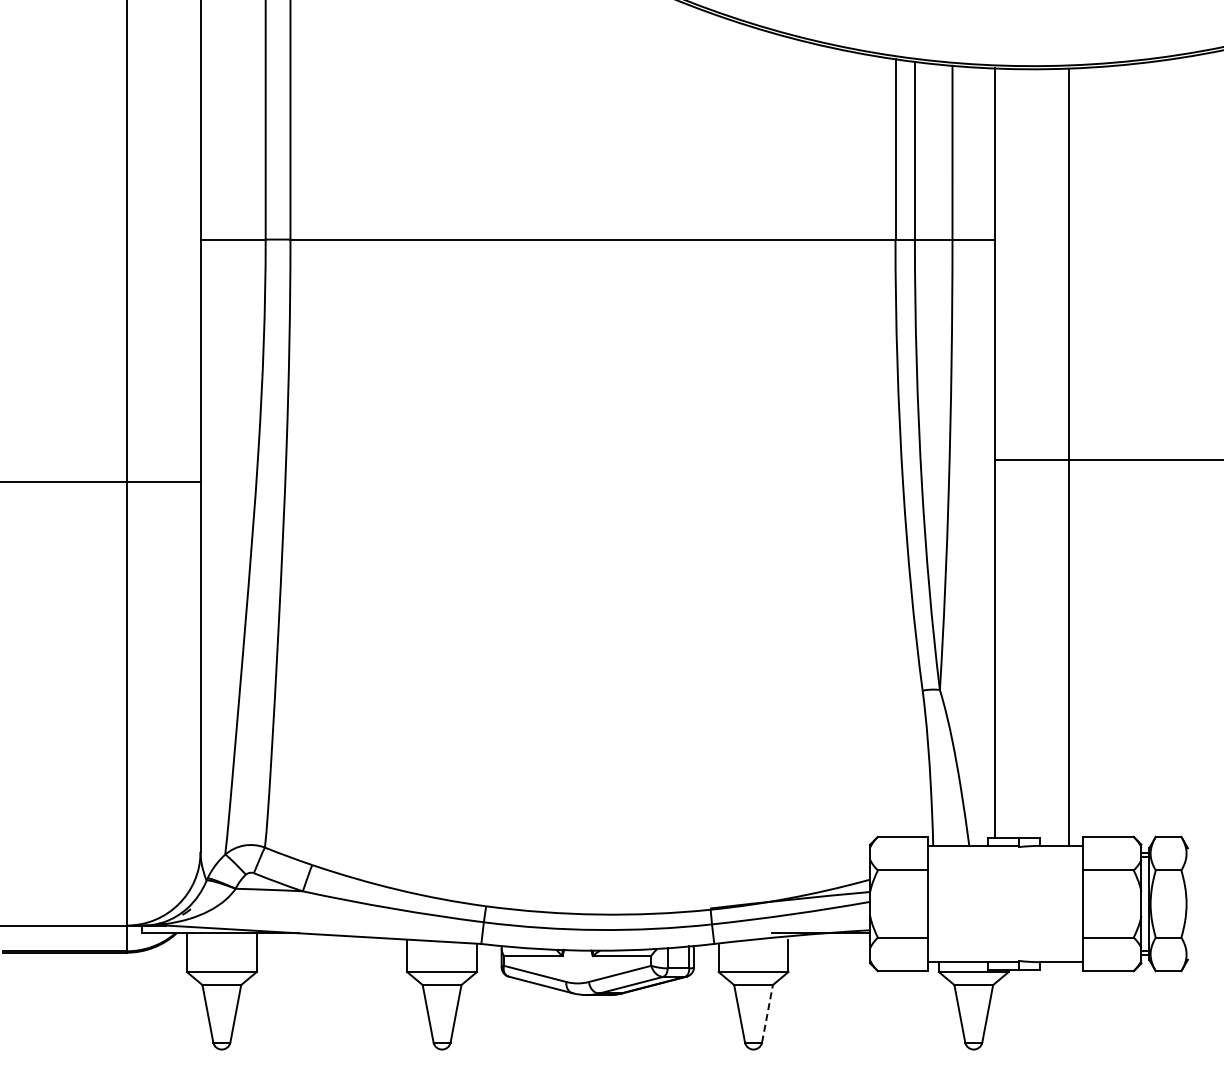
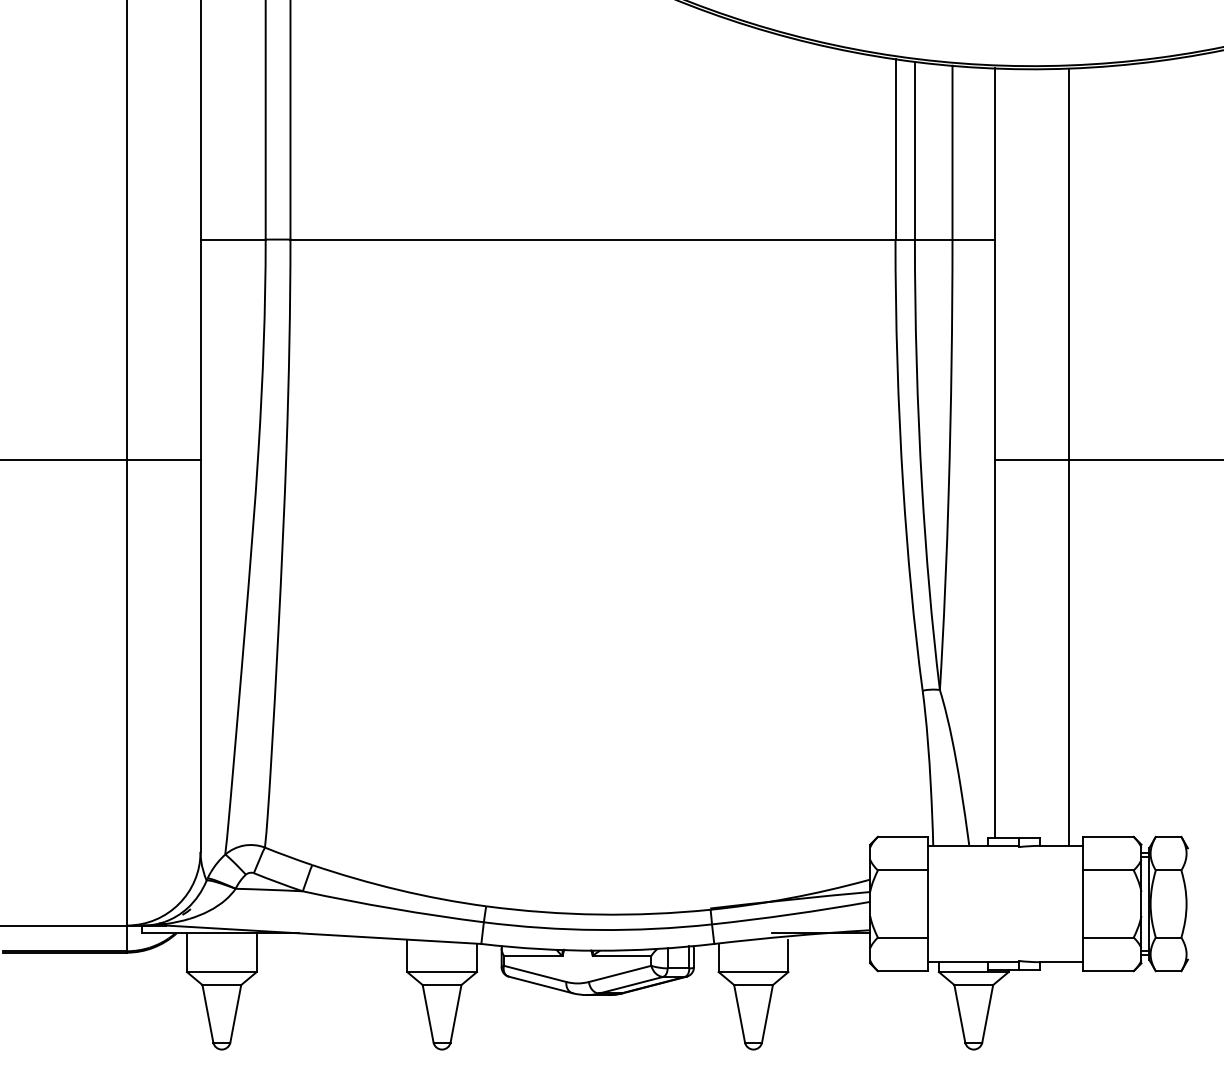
line at (101, 482) position: (101, 482) -> (101, 460)
line at (767, 1013): dashed -> solid
